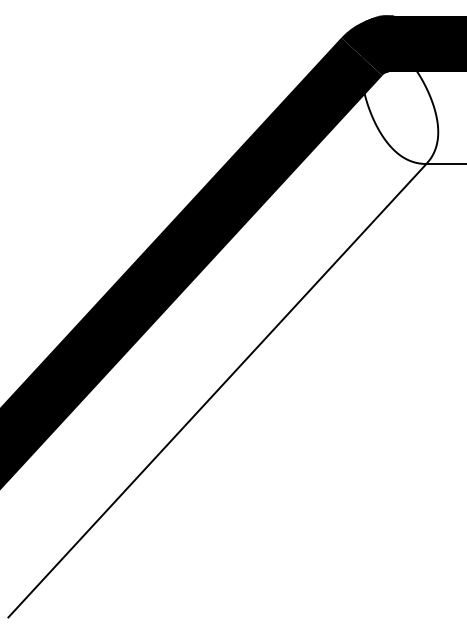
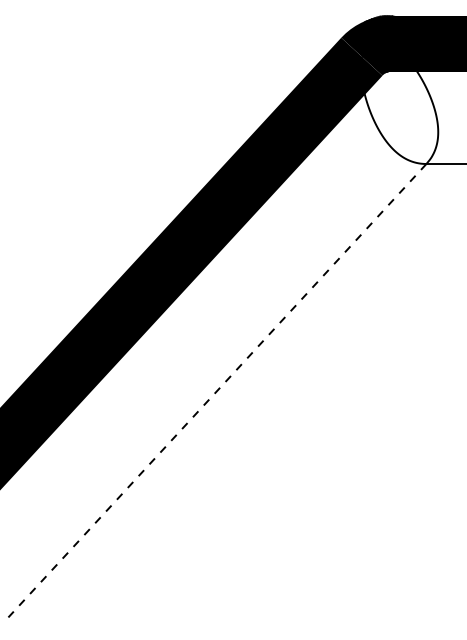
line at (217, 391): solid -> dashed
